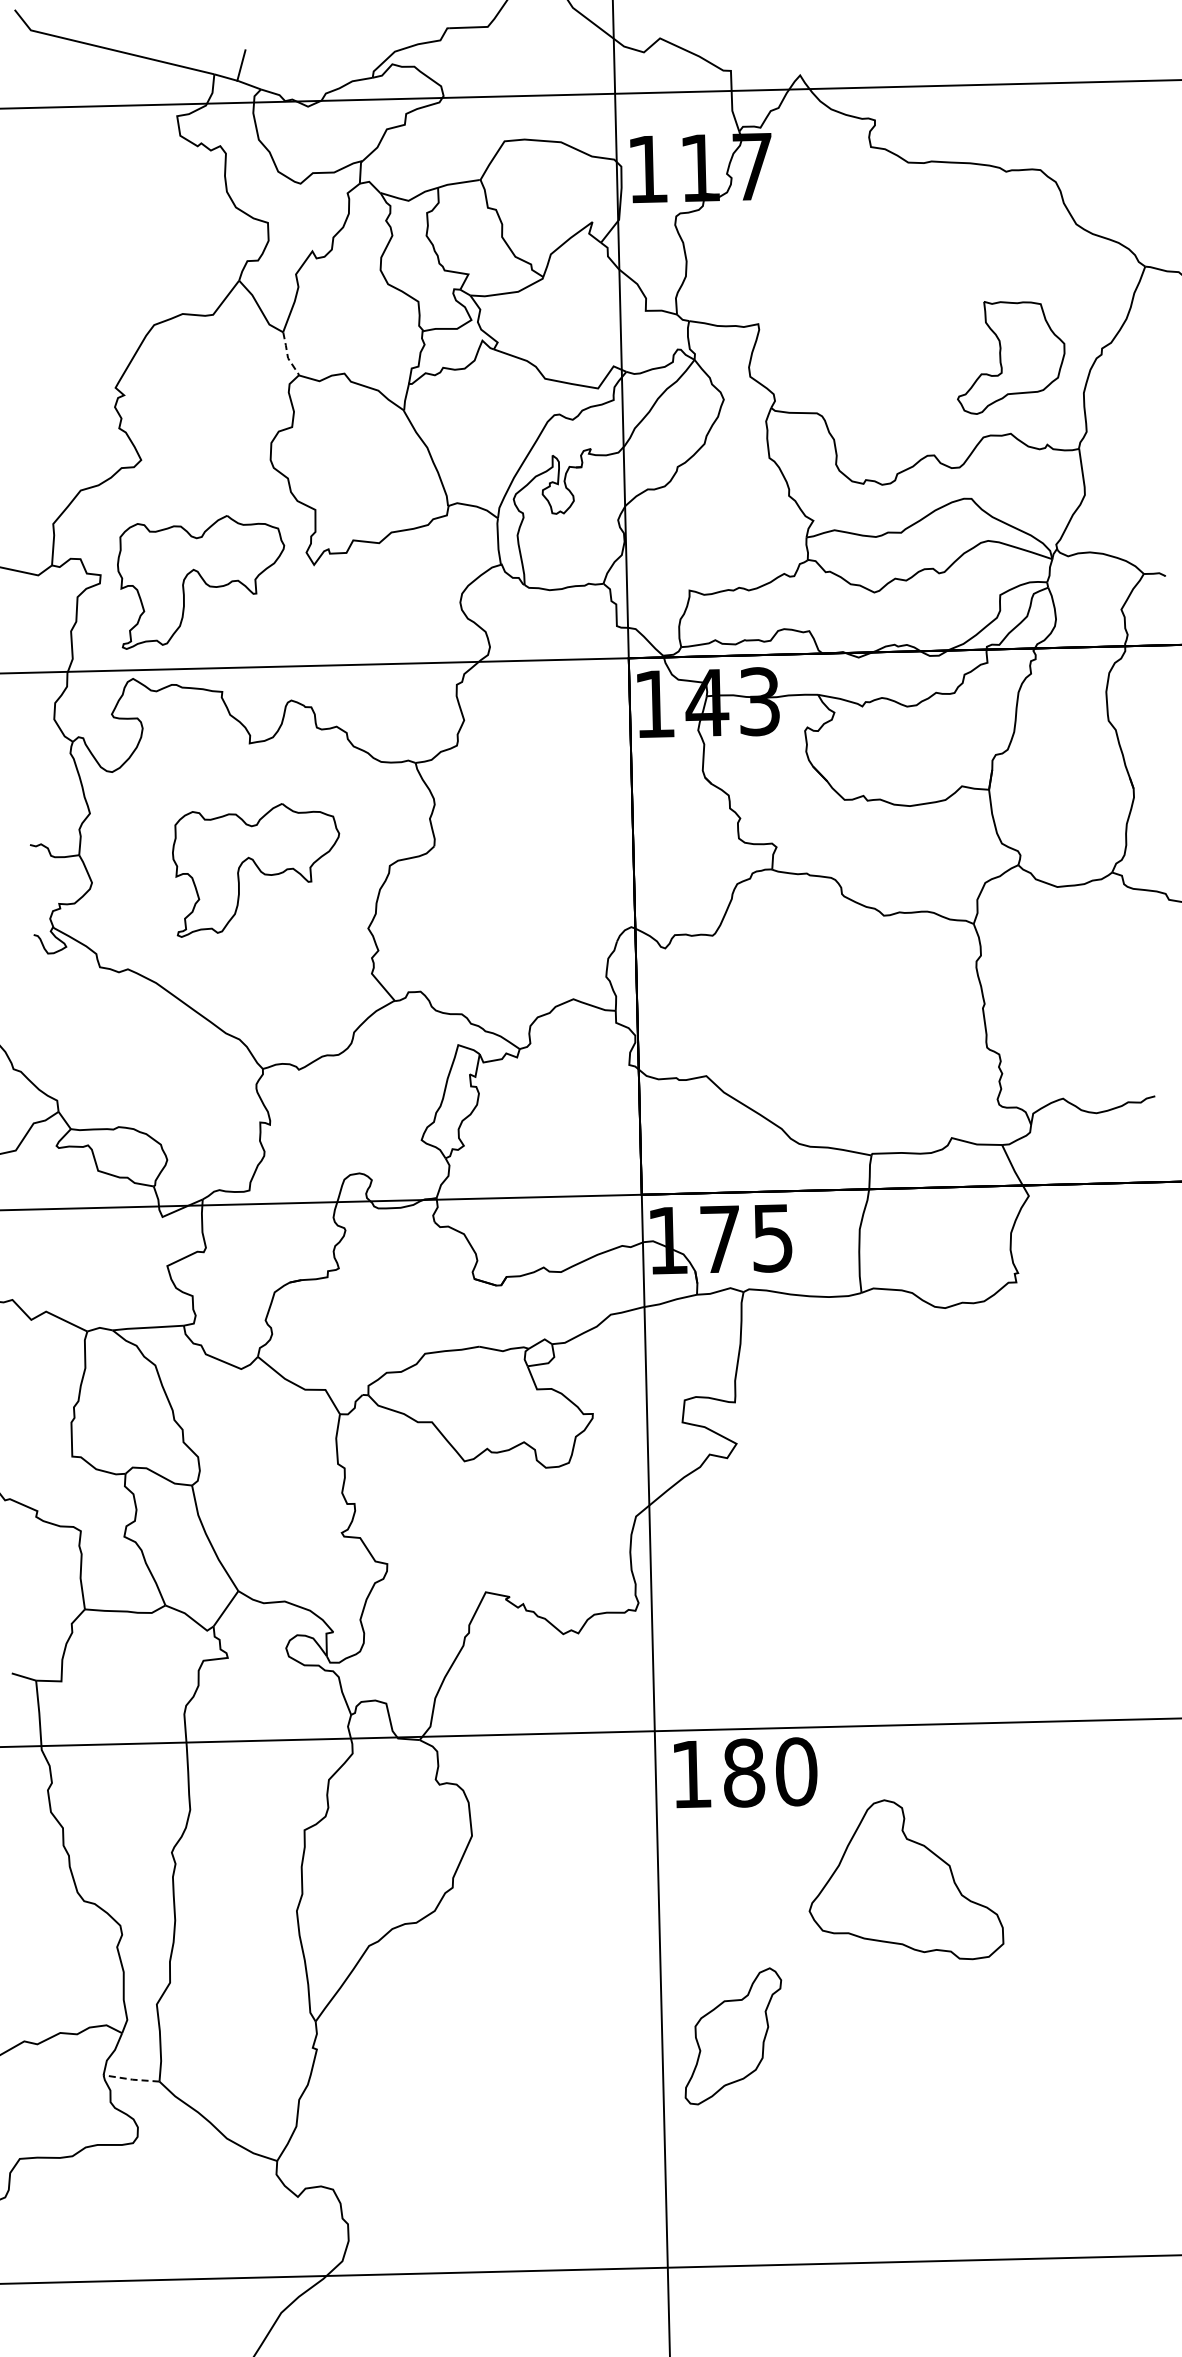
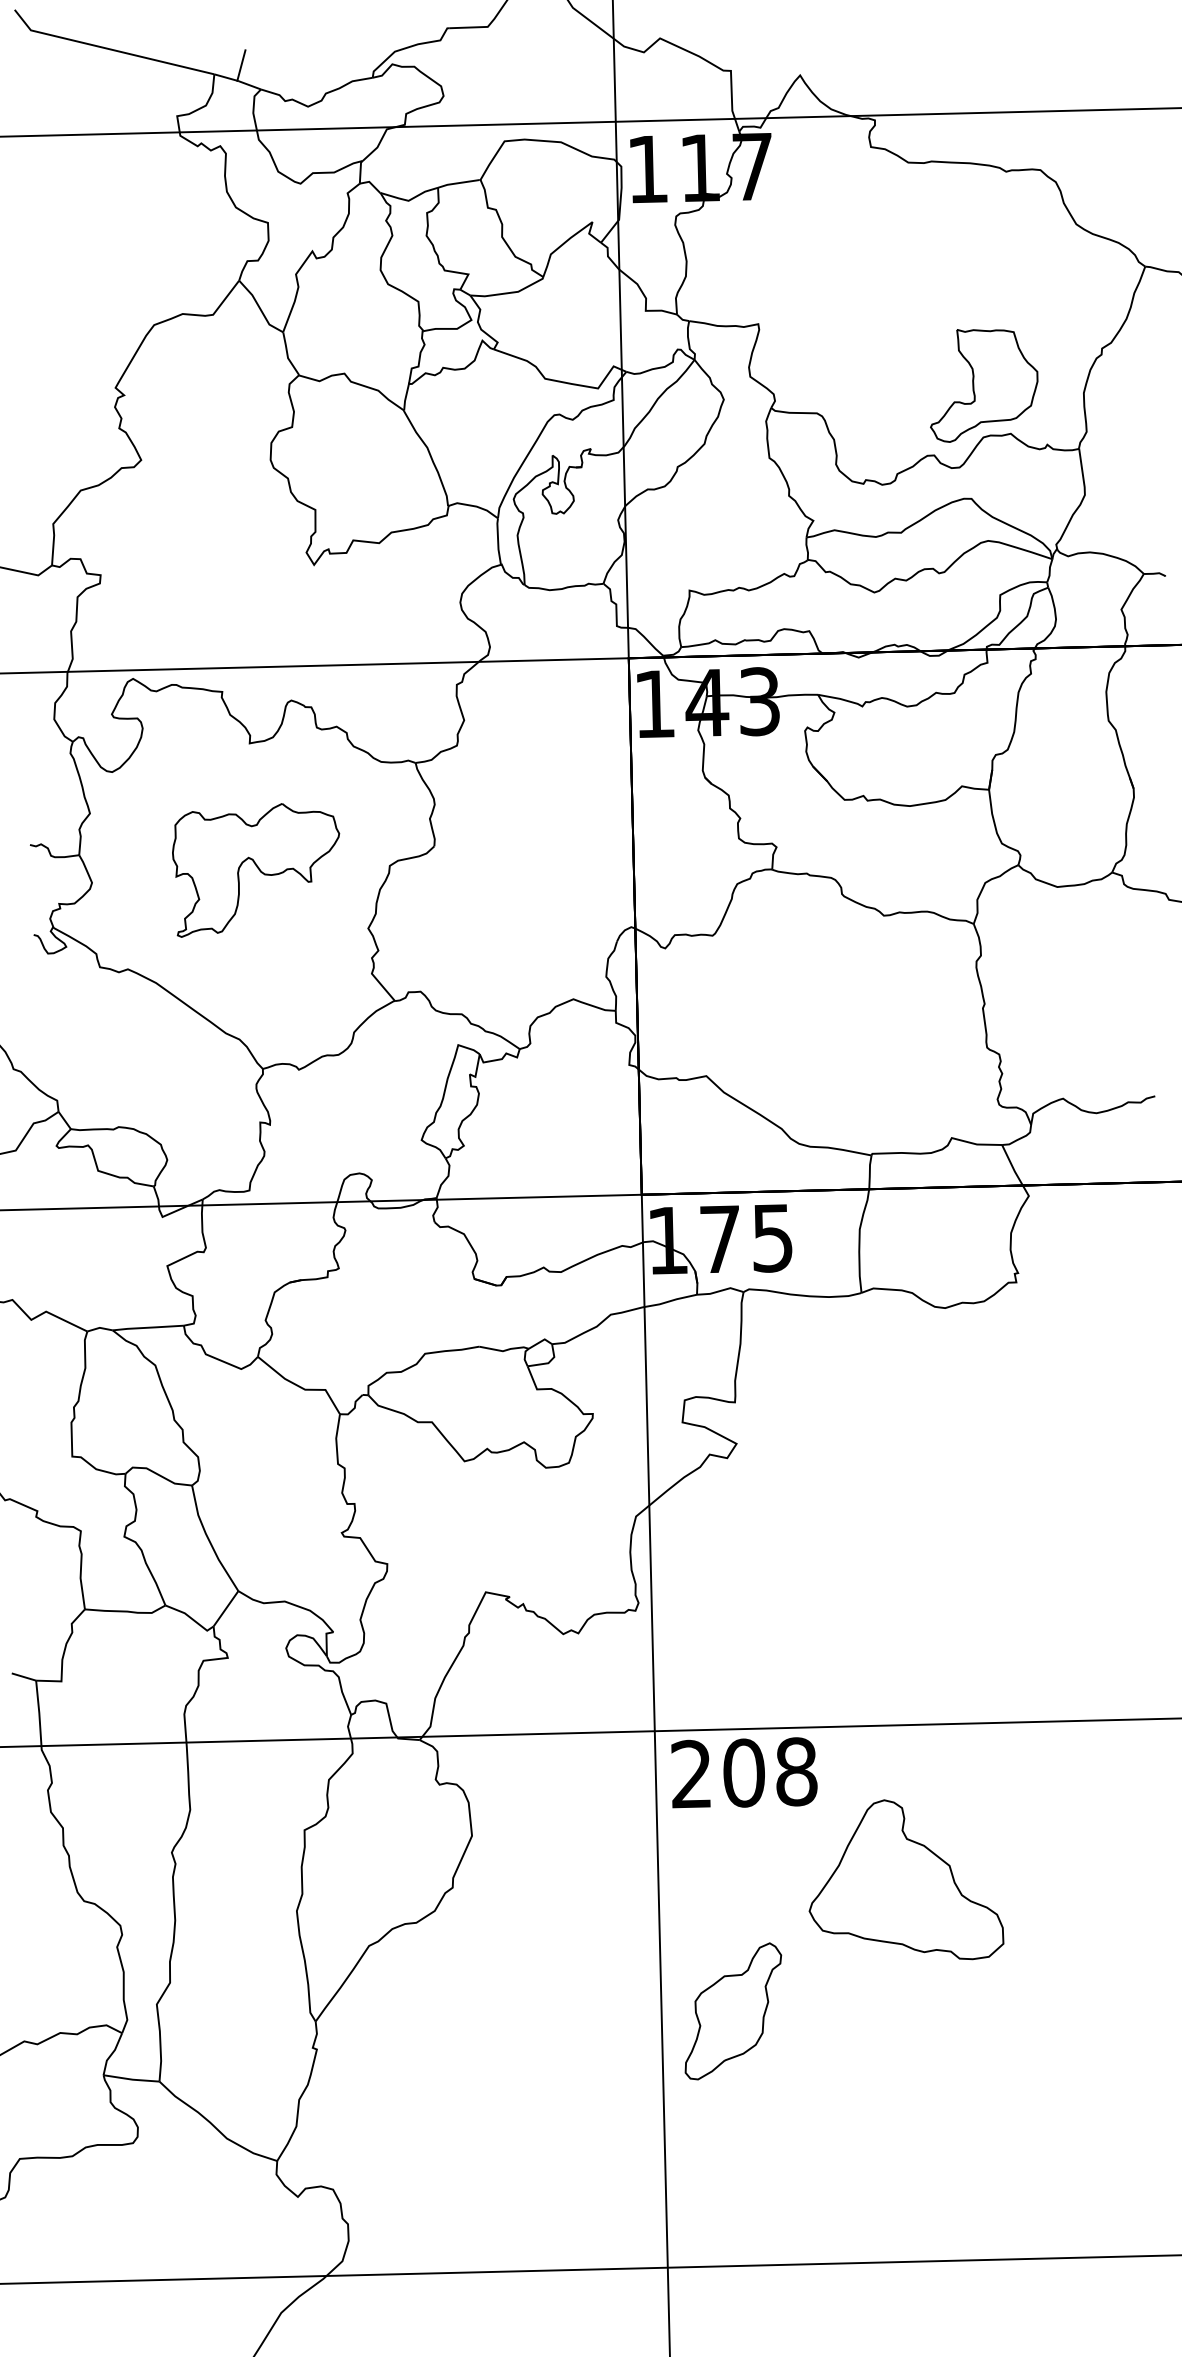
line at (590, 94) position: (590, 94) -> (590, 122)
line at (287, 355): dashed -> solid
part at (1011, 357) position: (1011, 357) -> (984, 385)
part at (201, 582): present -> none
text at (744, 1772): 180 -> 208
part at (733, 2036) position: (733, 2036) -> (733, 2011)
line at (131, 2079): dashed -> solid
